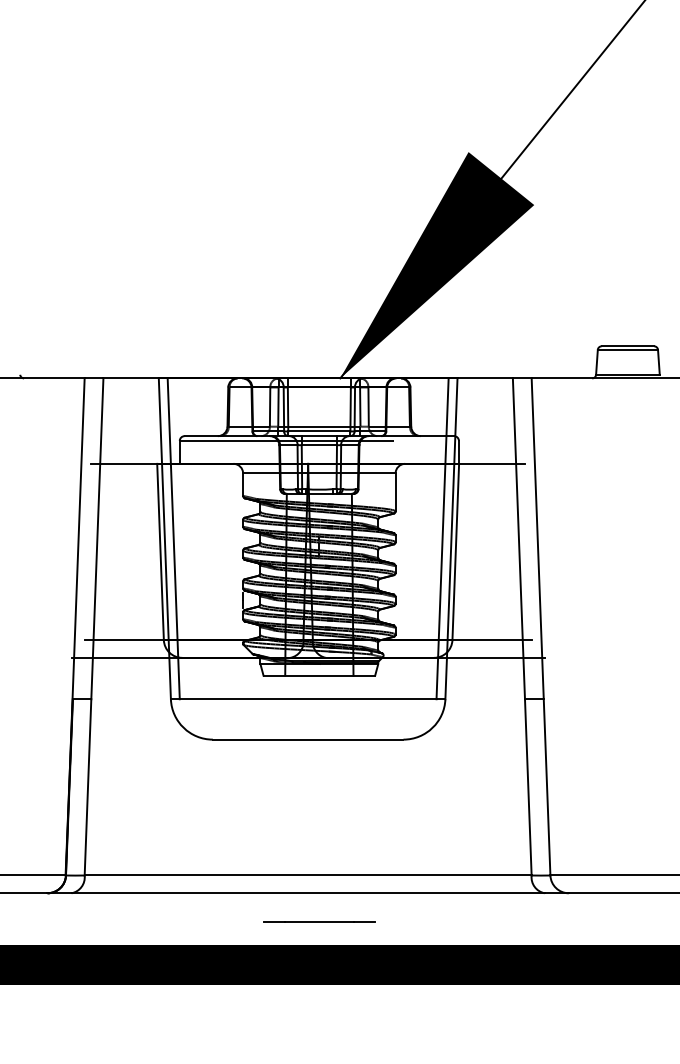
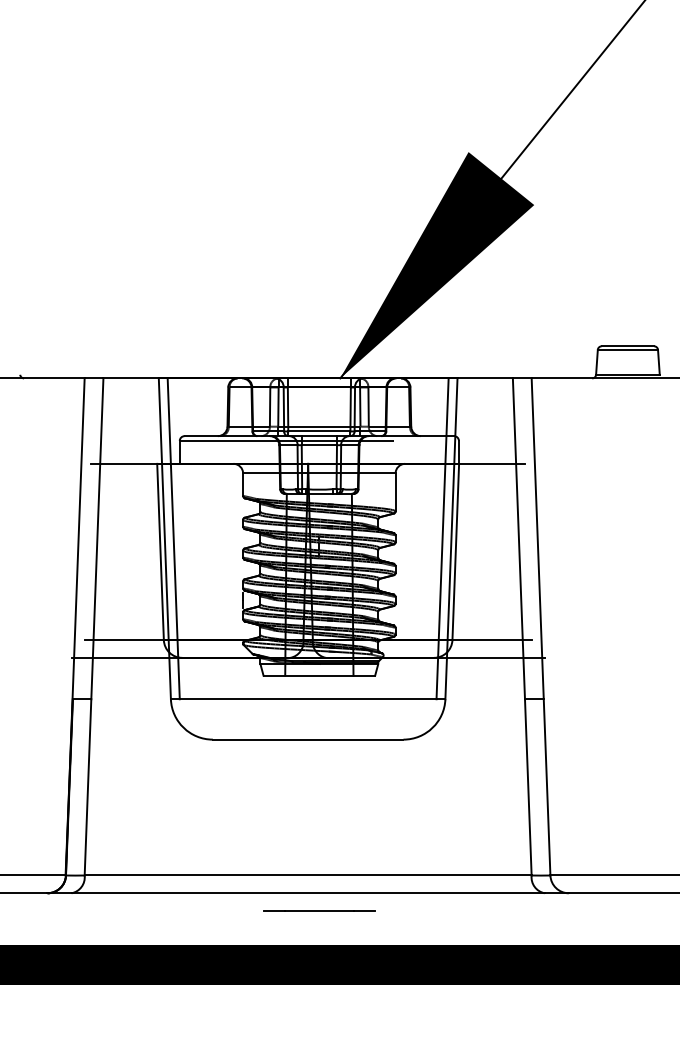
line at (319, 921) position: (319, 921) -> (319, 910)
